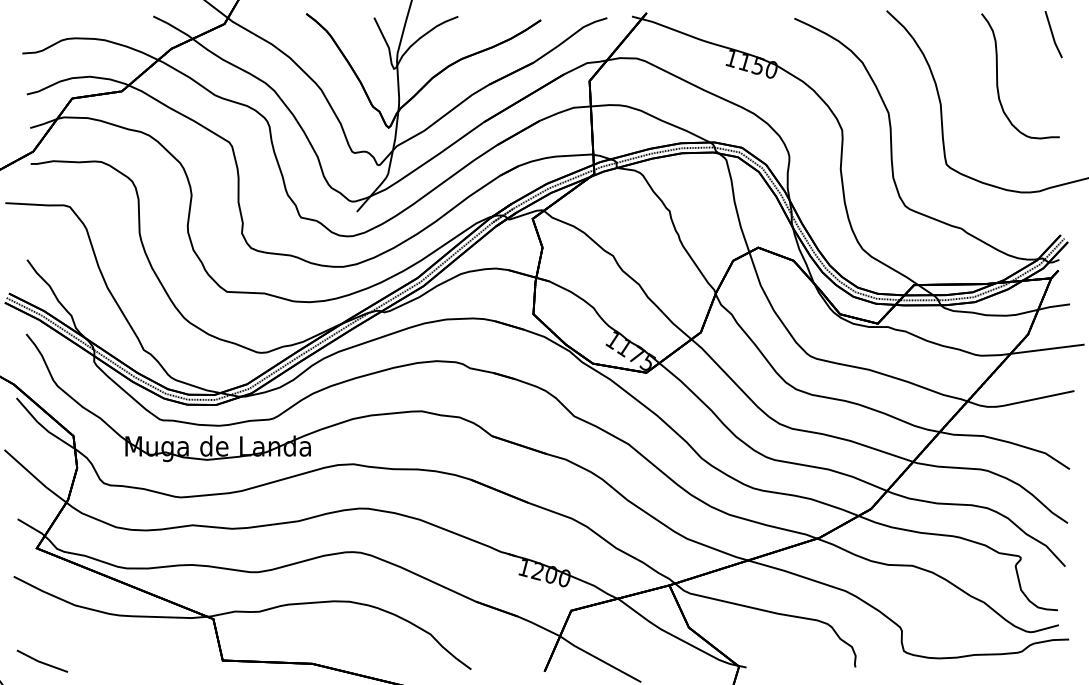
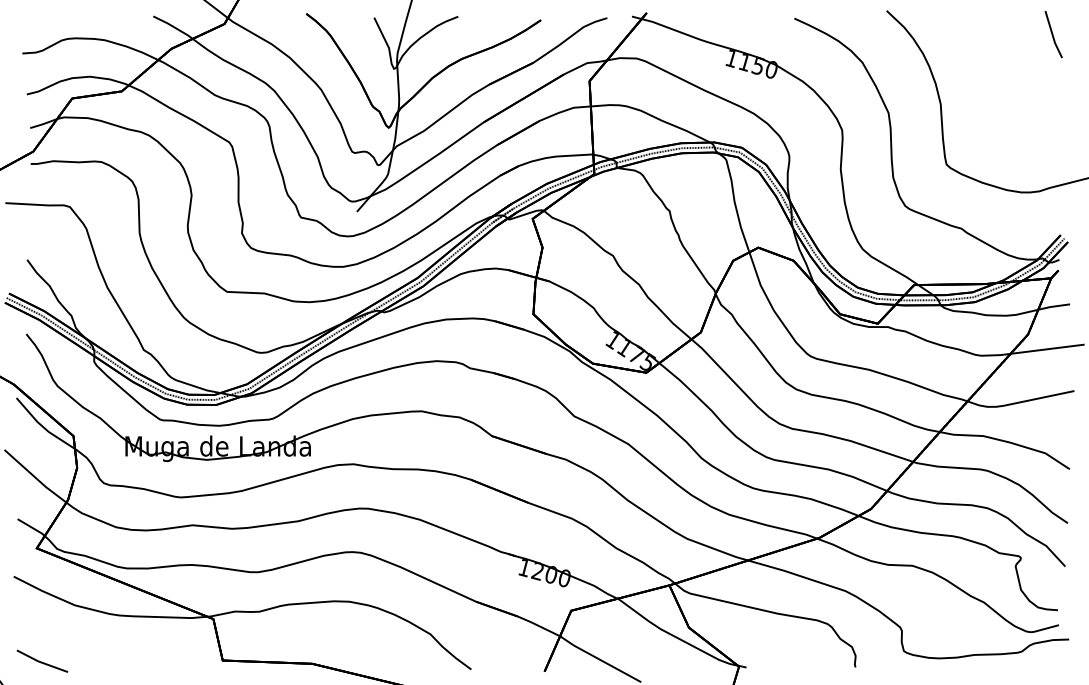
part at (998, 81): present -> none
